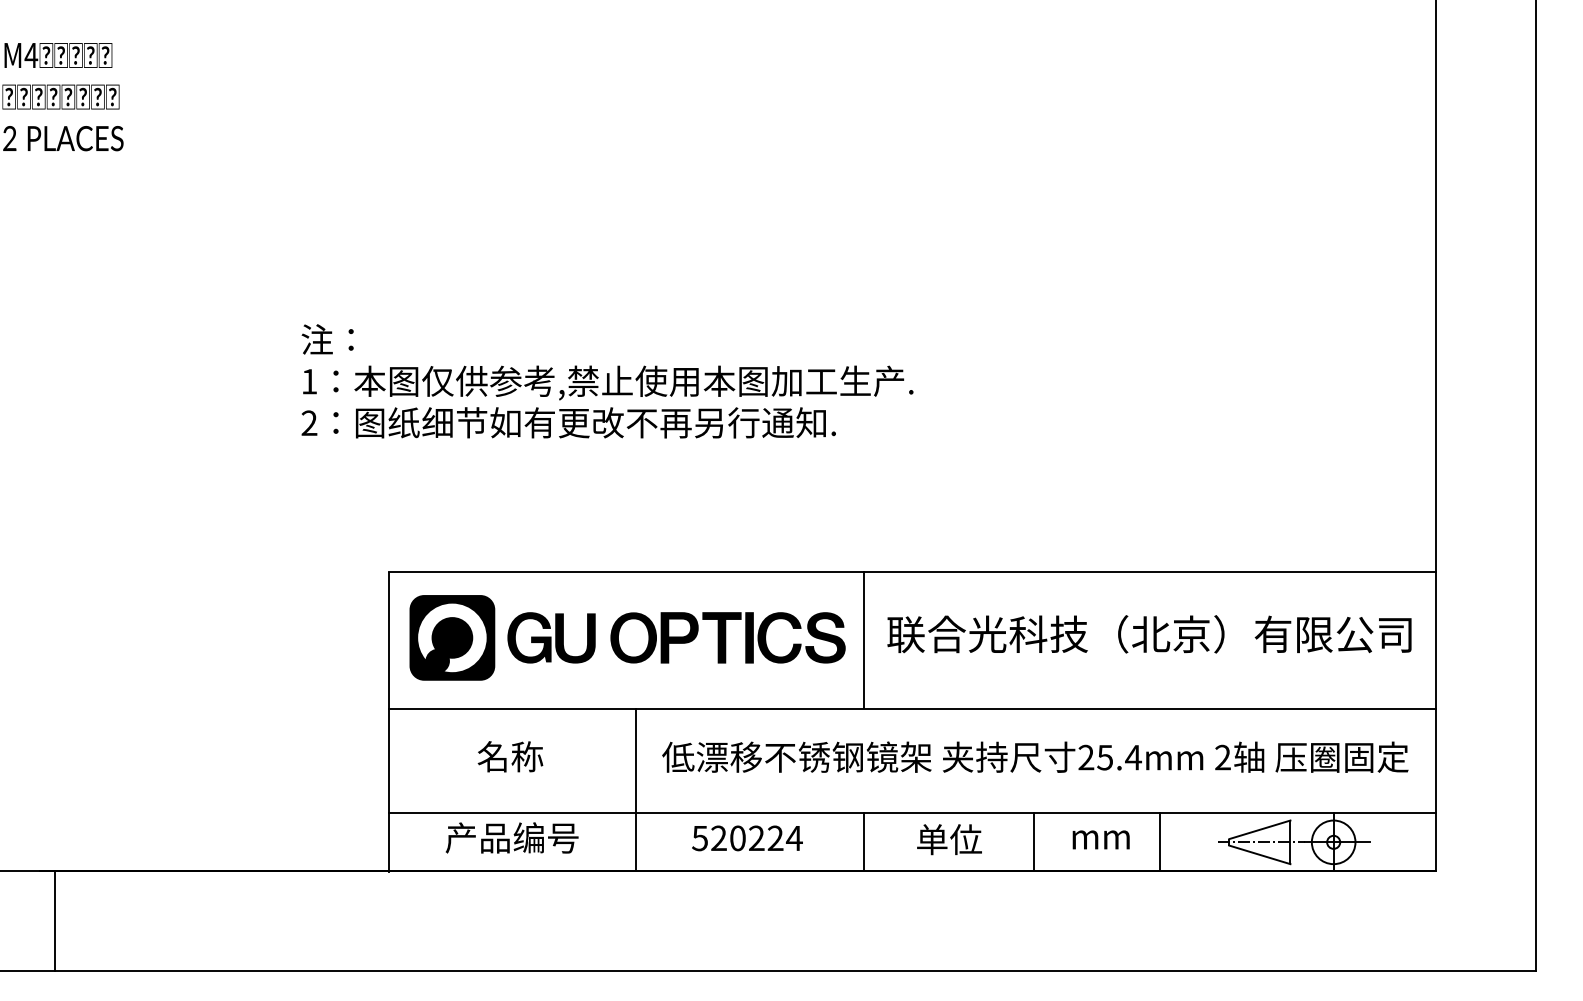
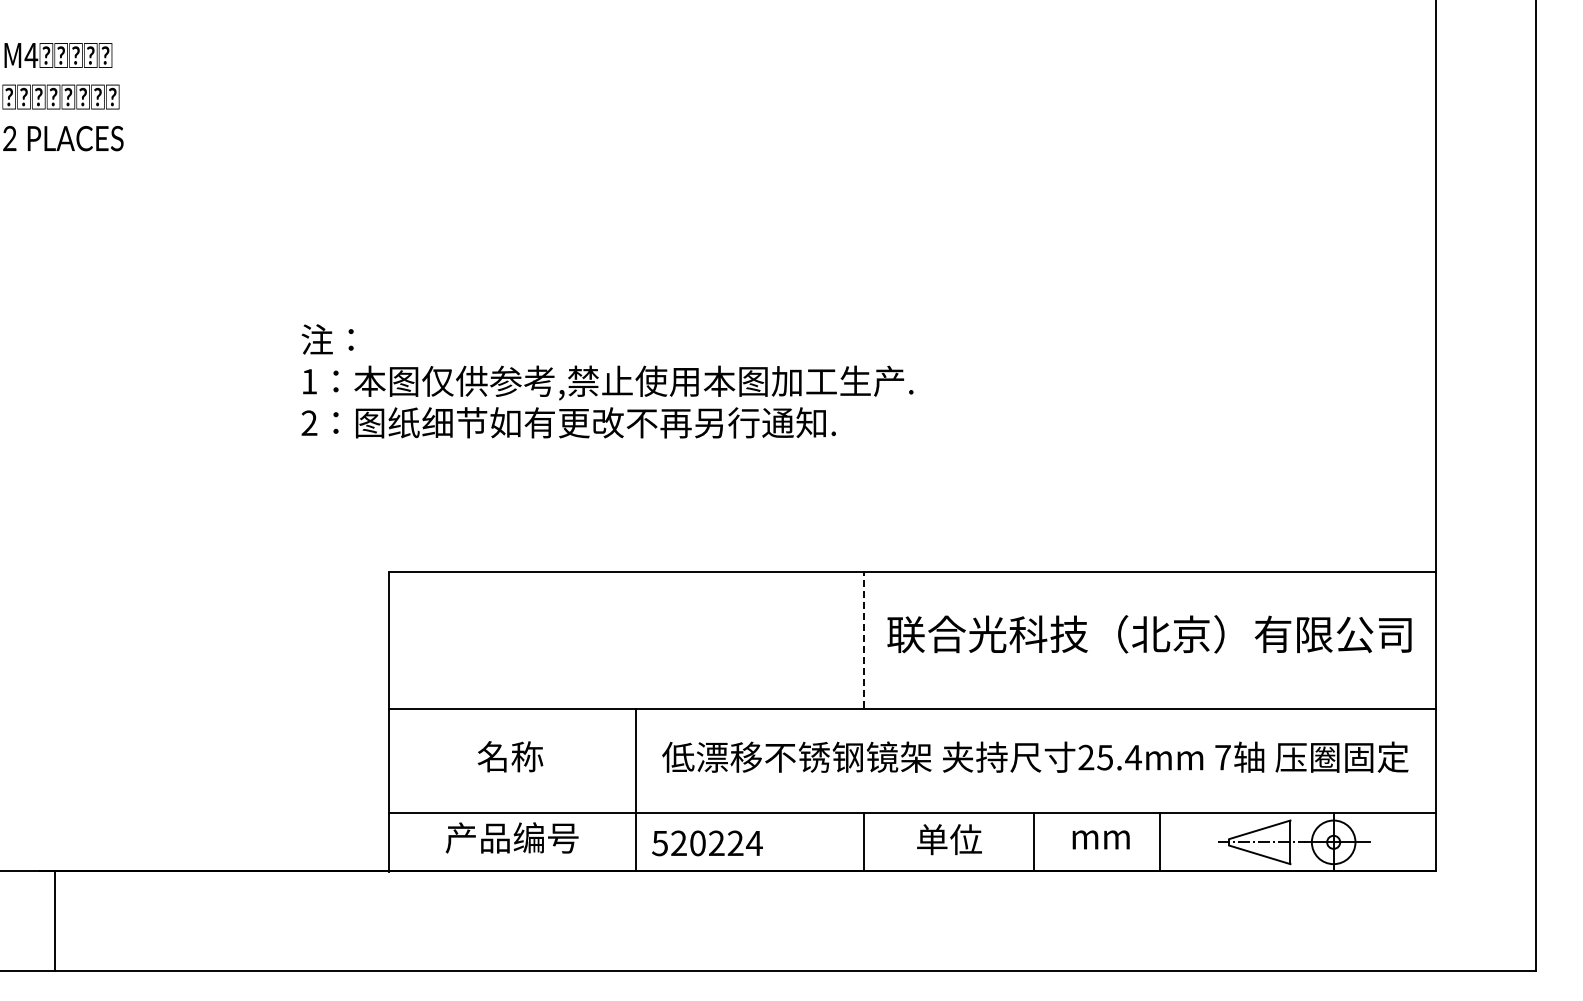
part at (627, 637): present -> none
line at (863, 640): solid -> dashed
text at (1222, 757): 2 -> 7
text at (747, 838) position: (747, 838) -> (707, 843)
